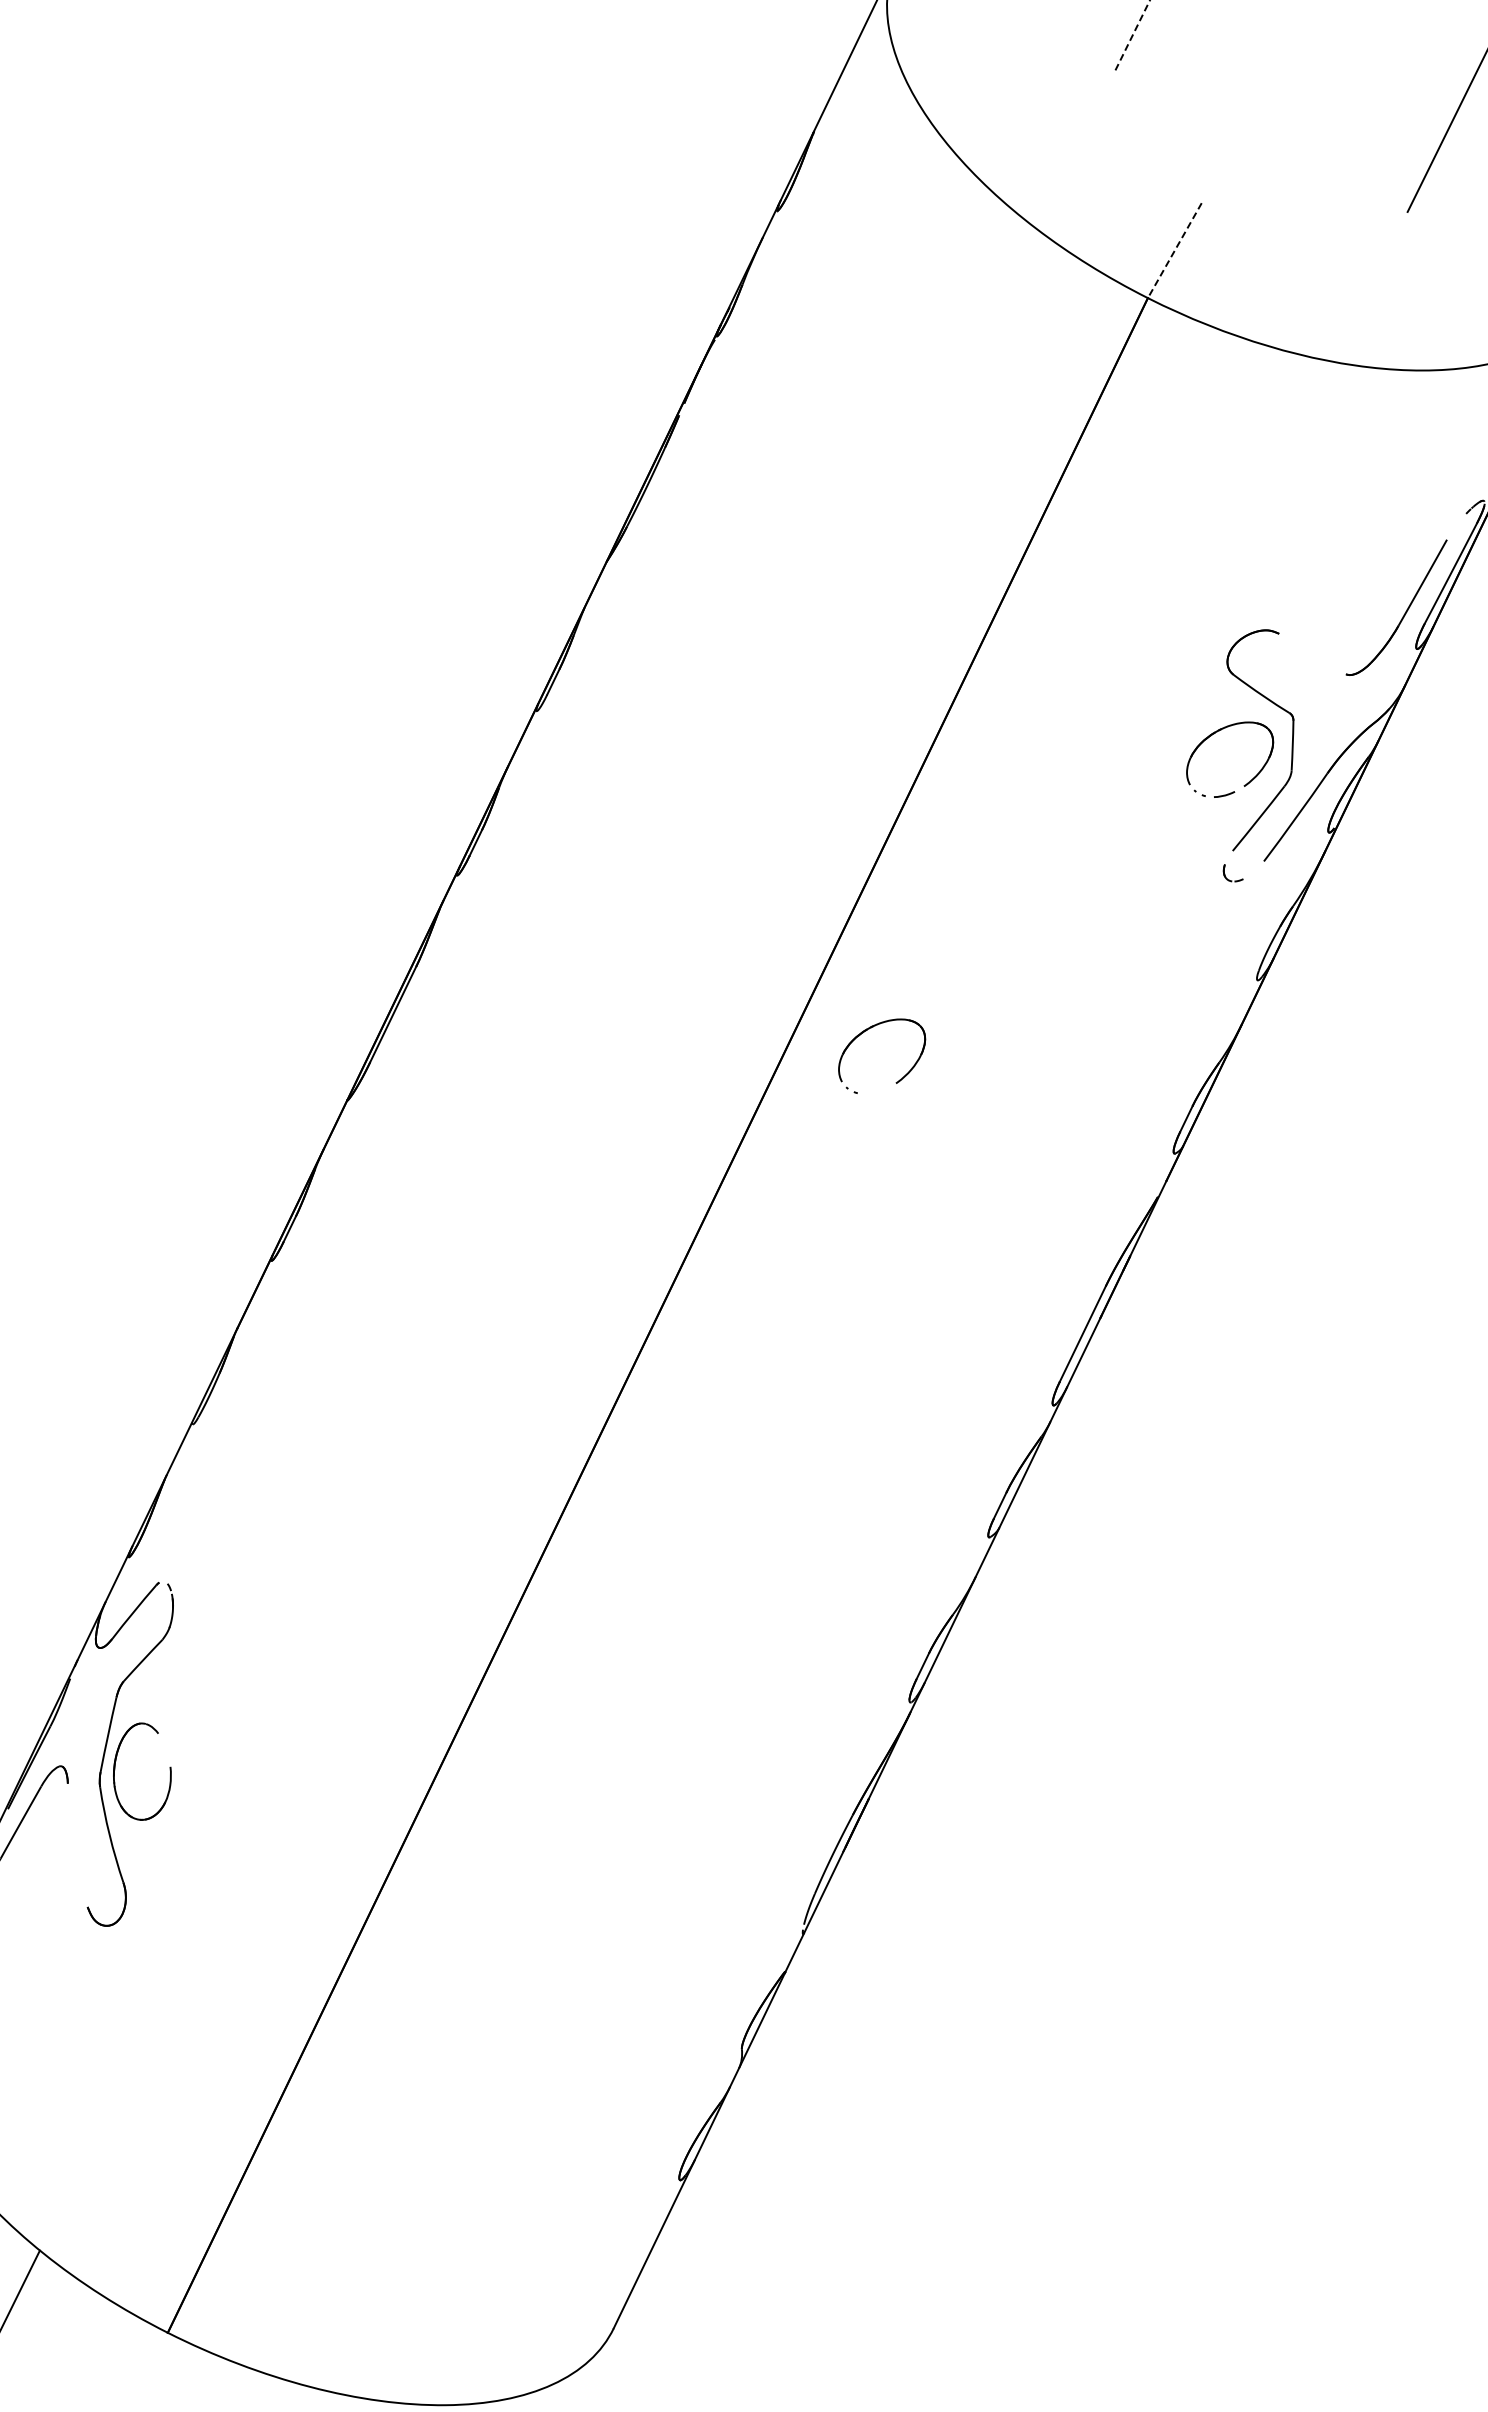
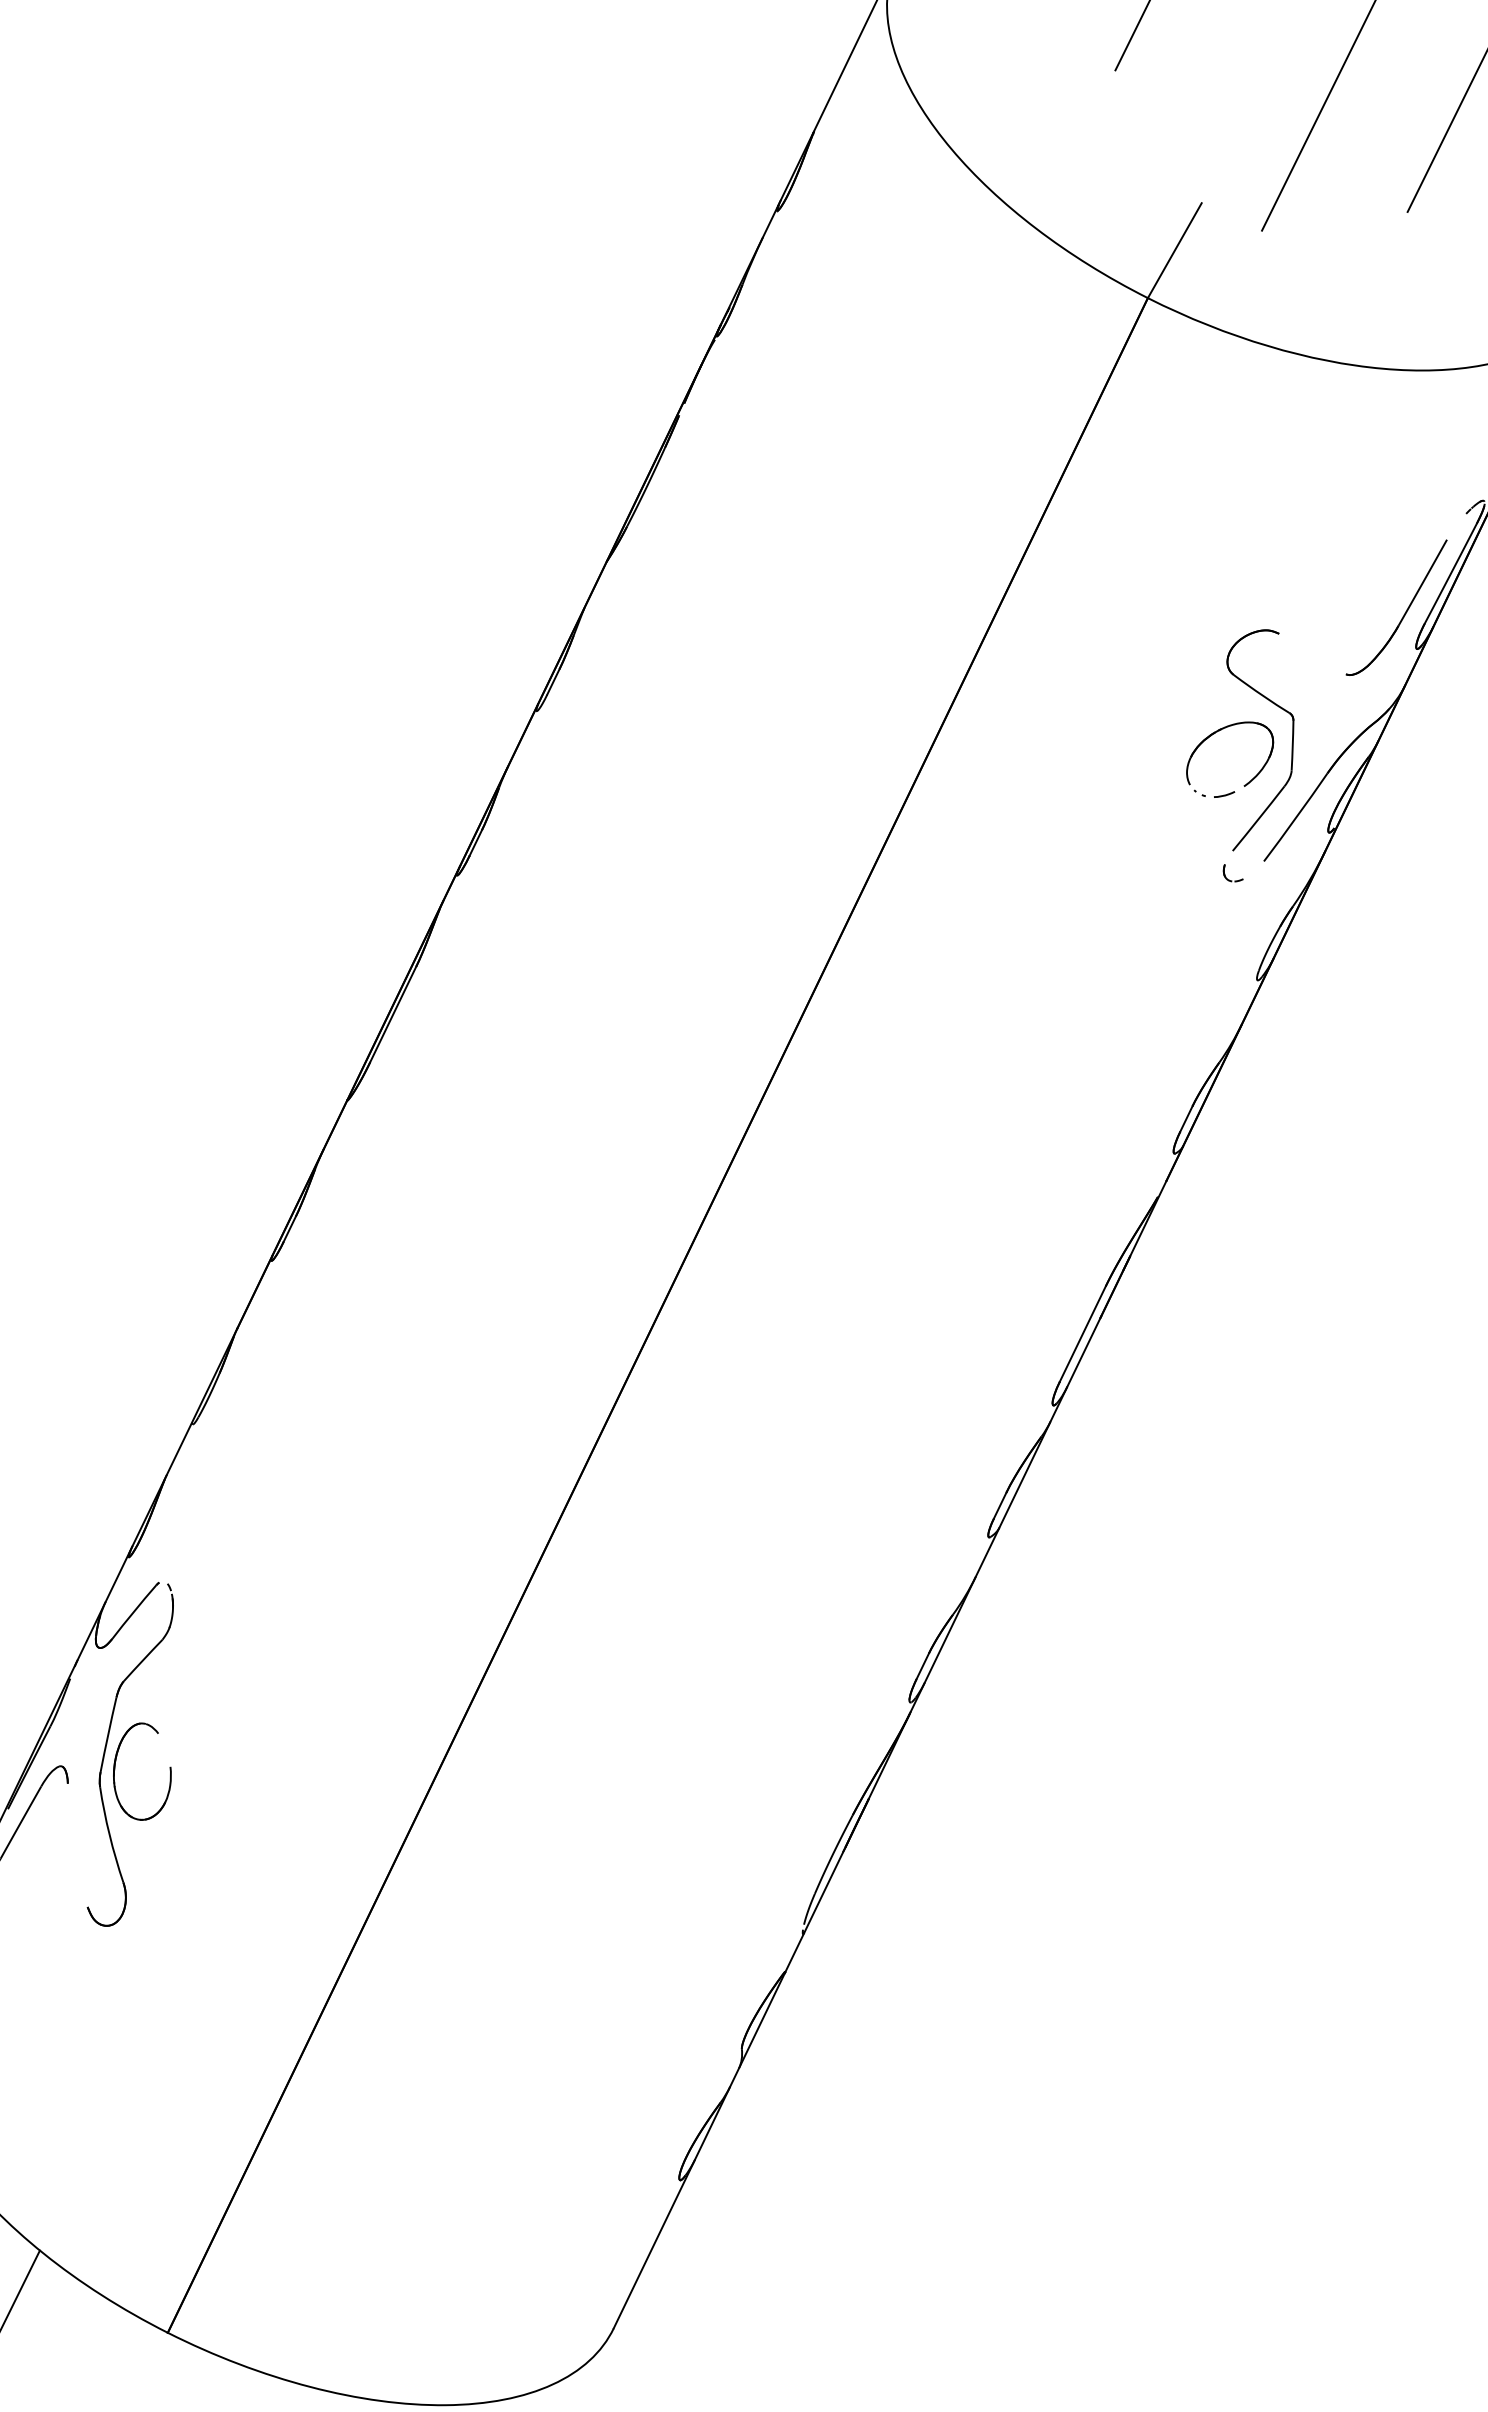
line at (1132, 35): dashed -> solid
line at (1318, 116): none -> present
line at (1174, 250): dashed -> solid
part at (866, 1031): present -> none
